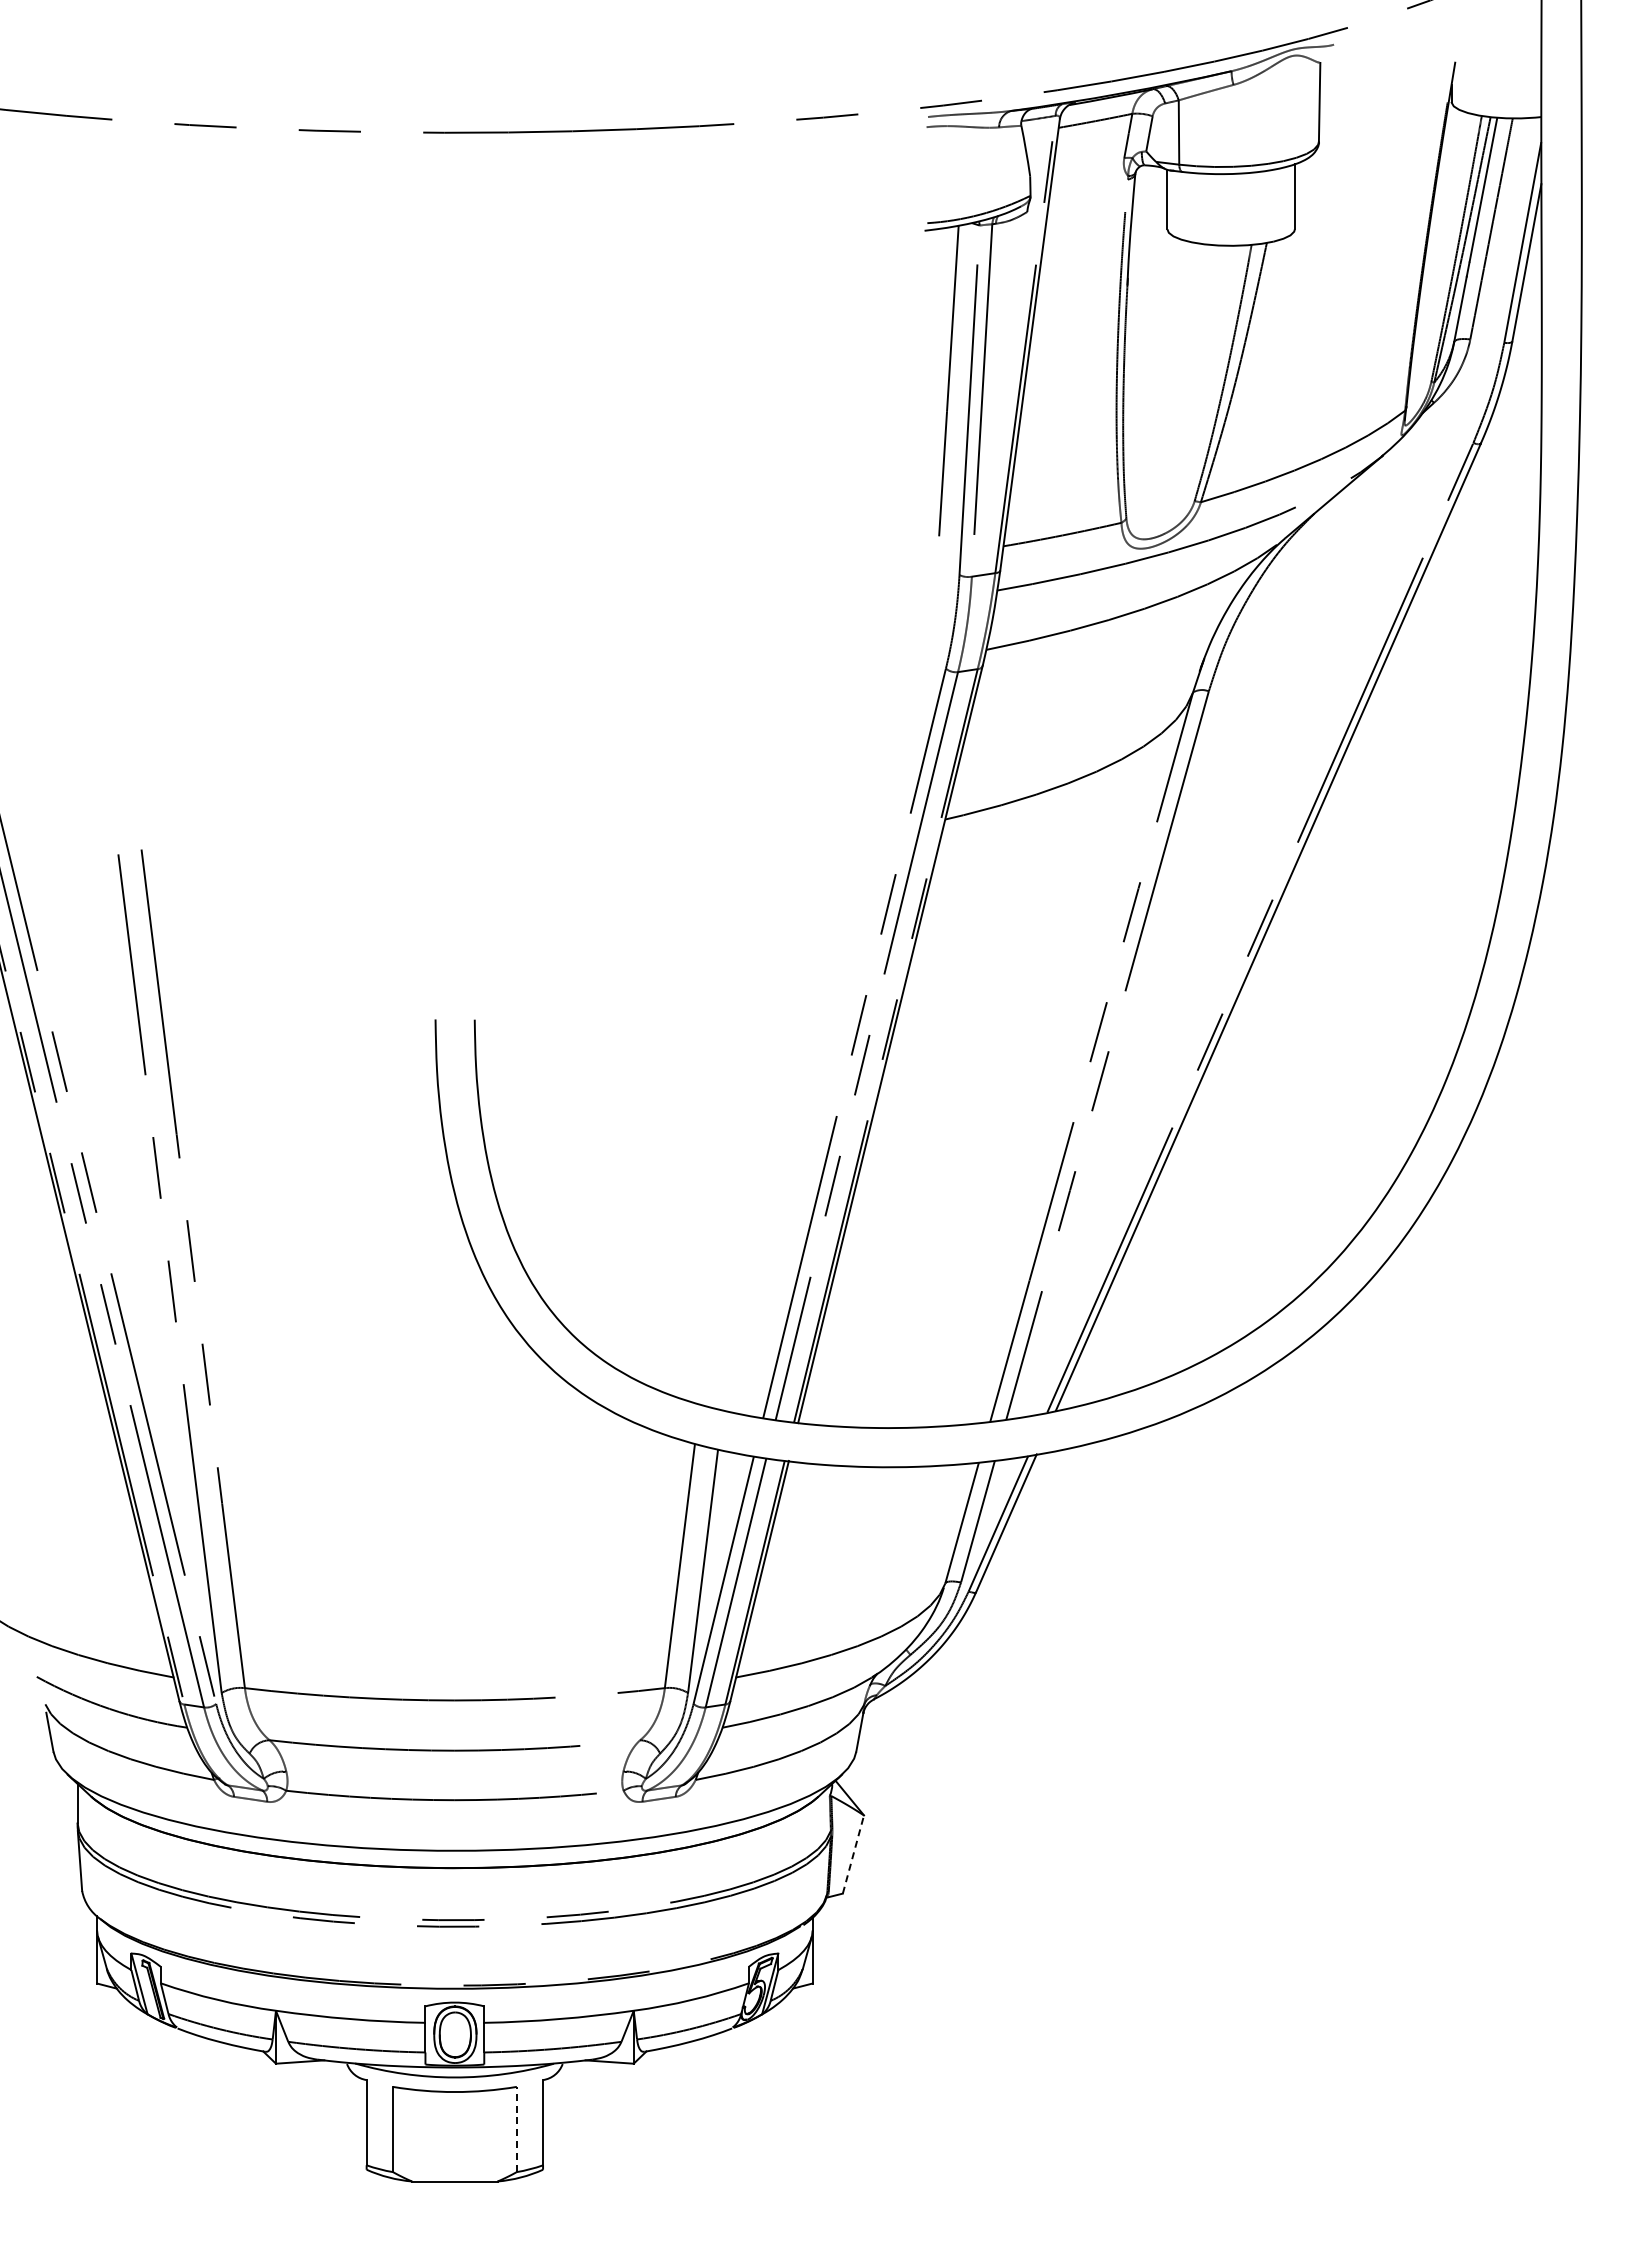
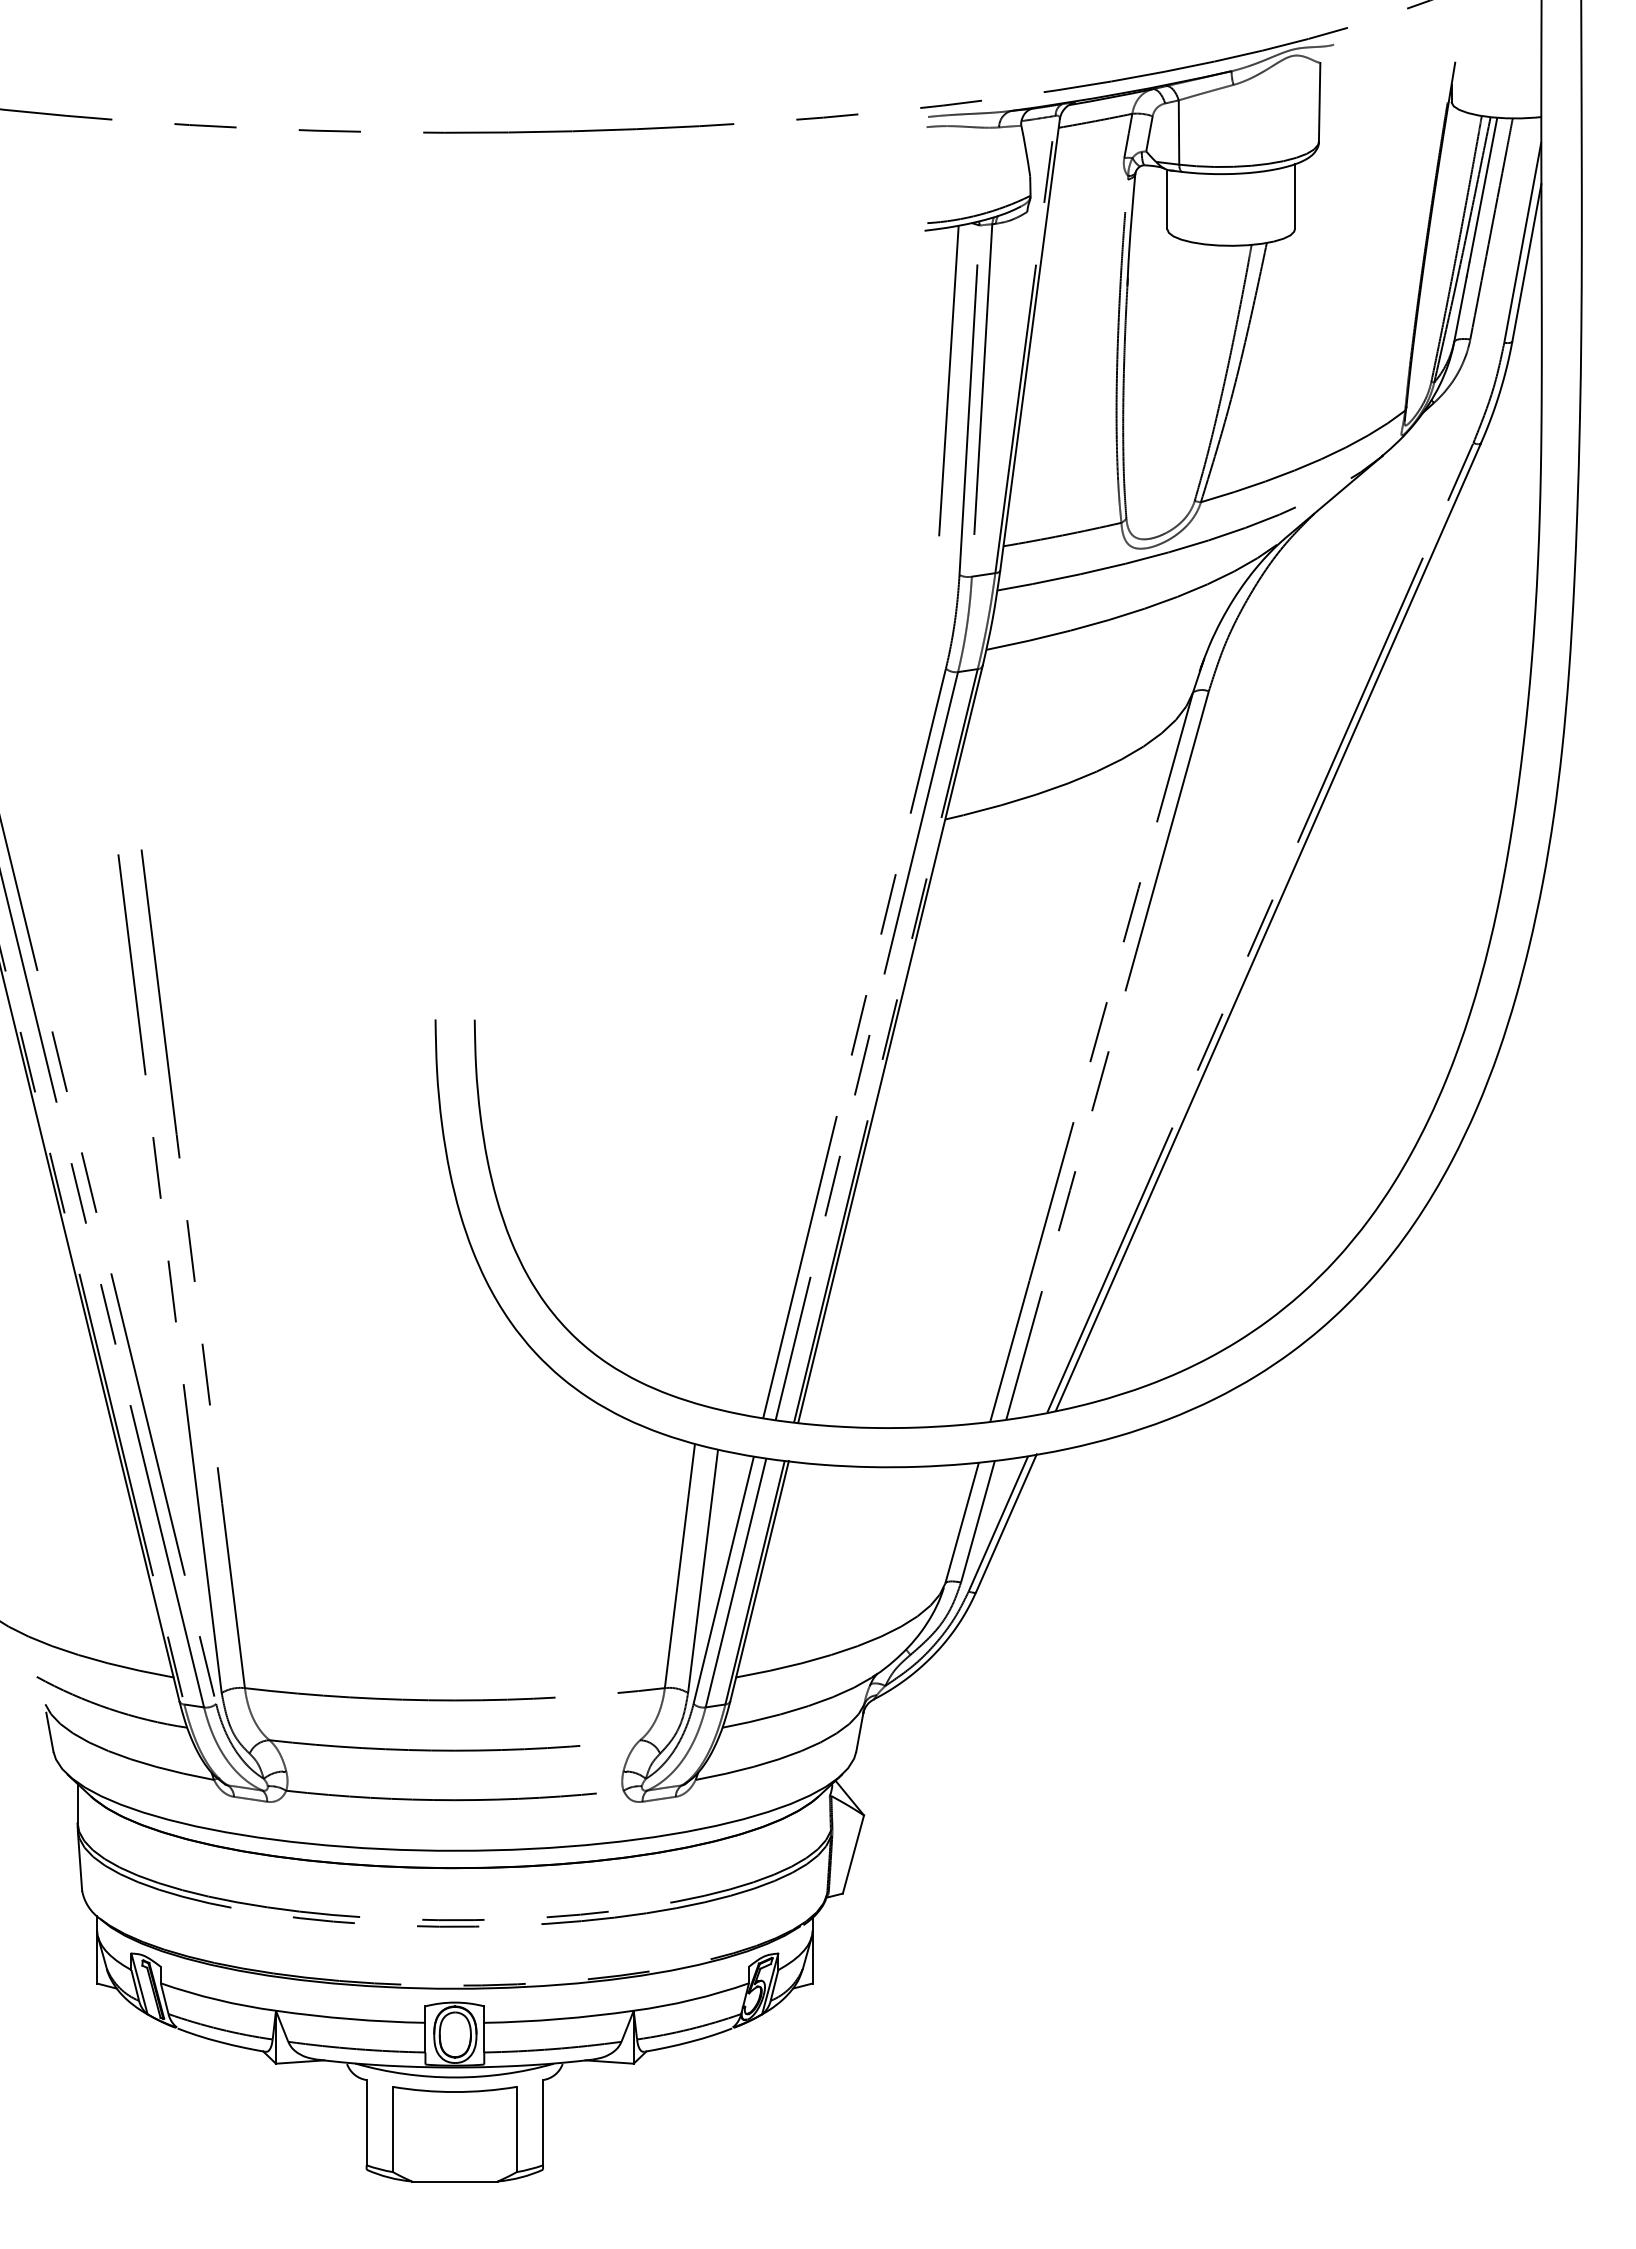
line at (853, 1854): dashed -> solid
line at (516, 2129): dashed -> solid
